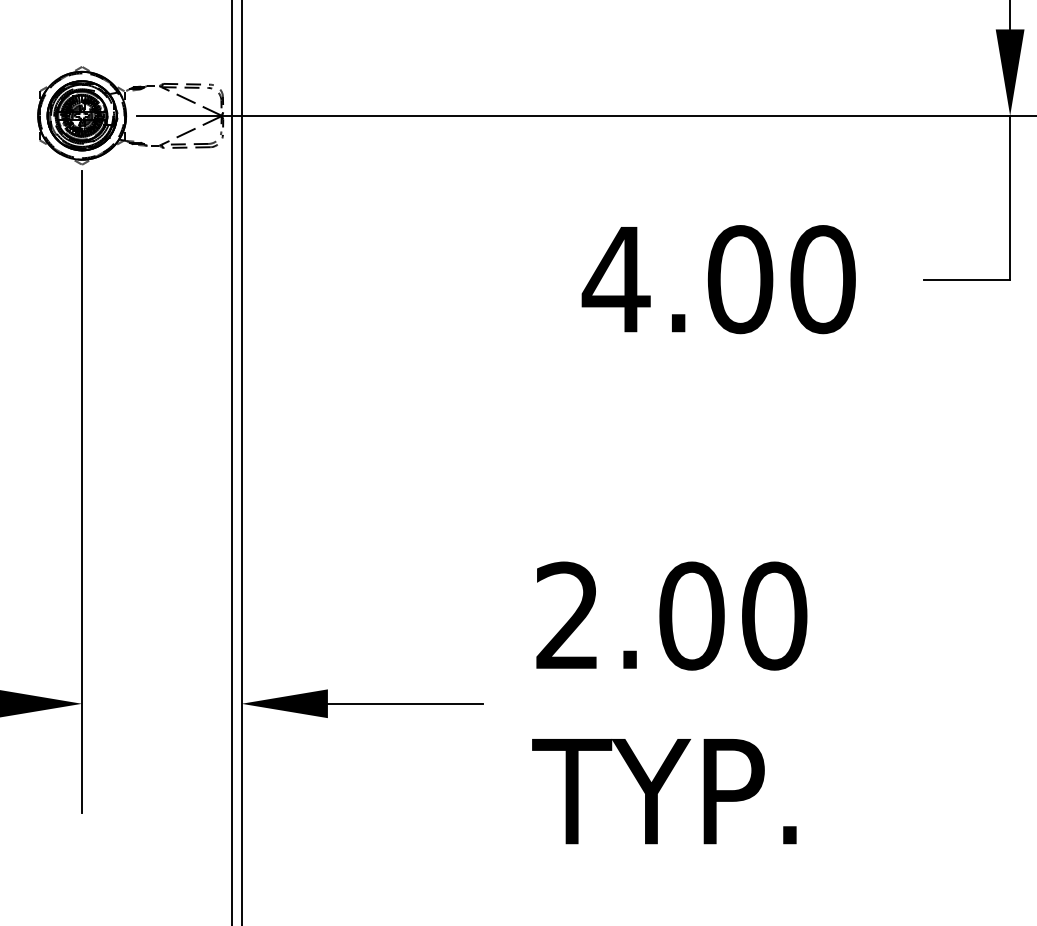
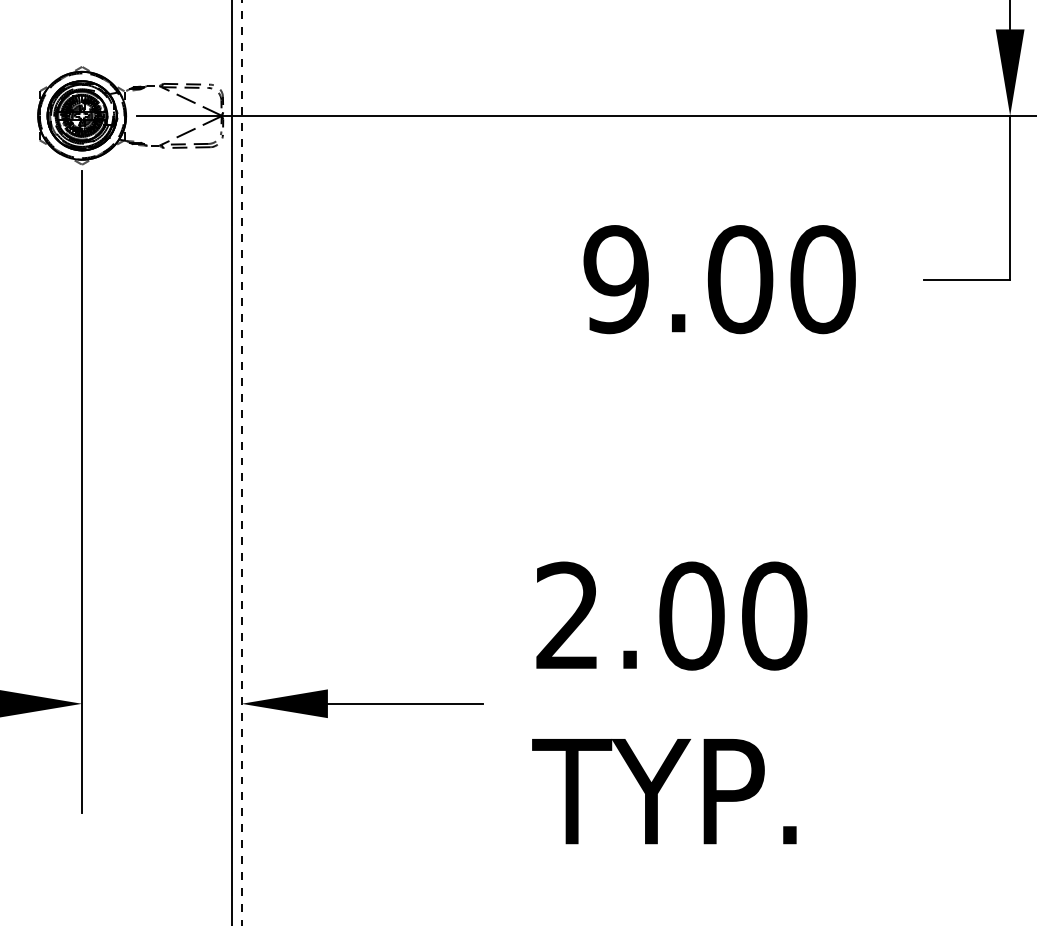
text at (615, 279): 4.00 -> 9.00
line at (241, 463): solid -> dashed
